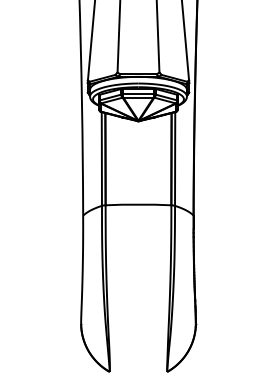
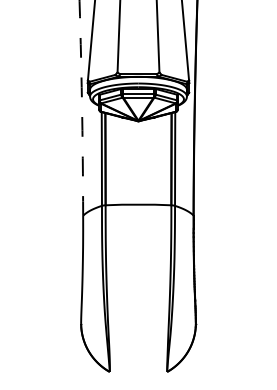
arc at (82, 107): solid -> dashed
